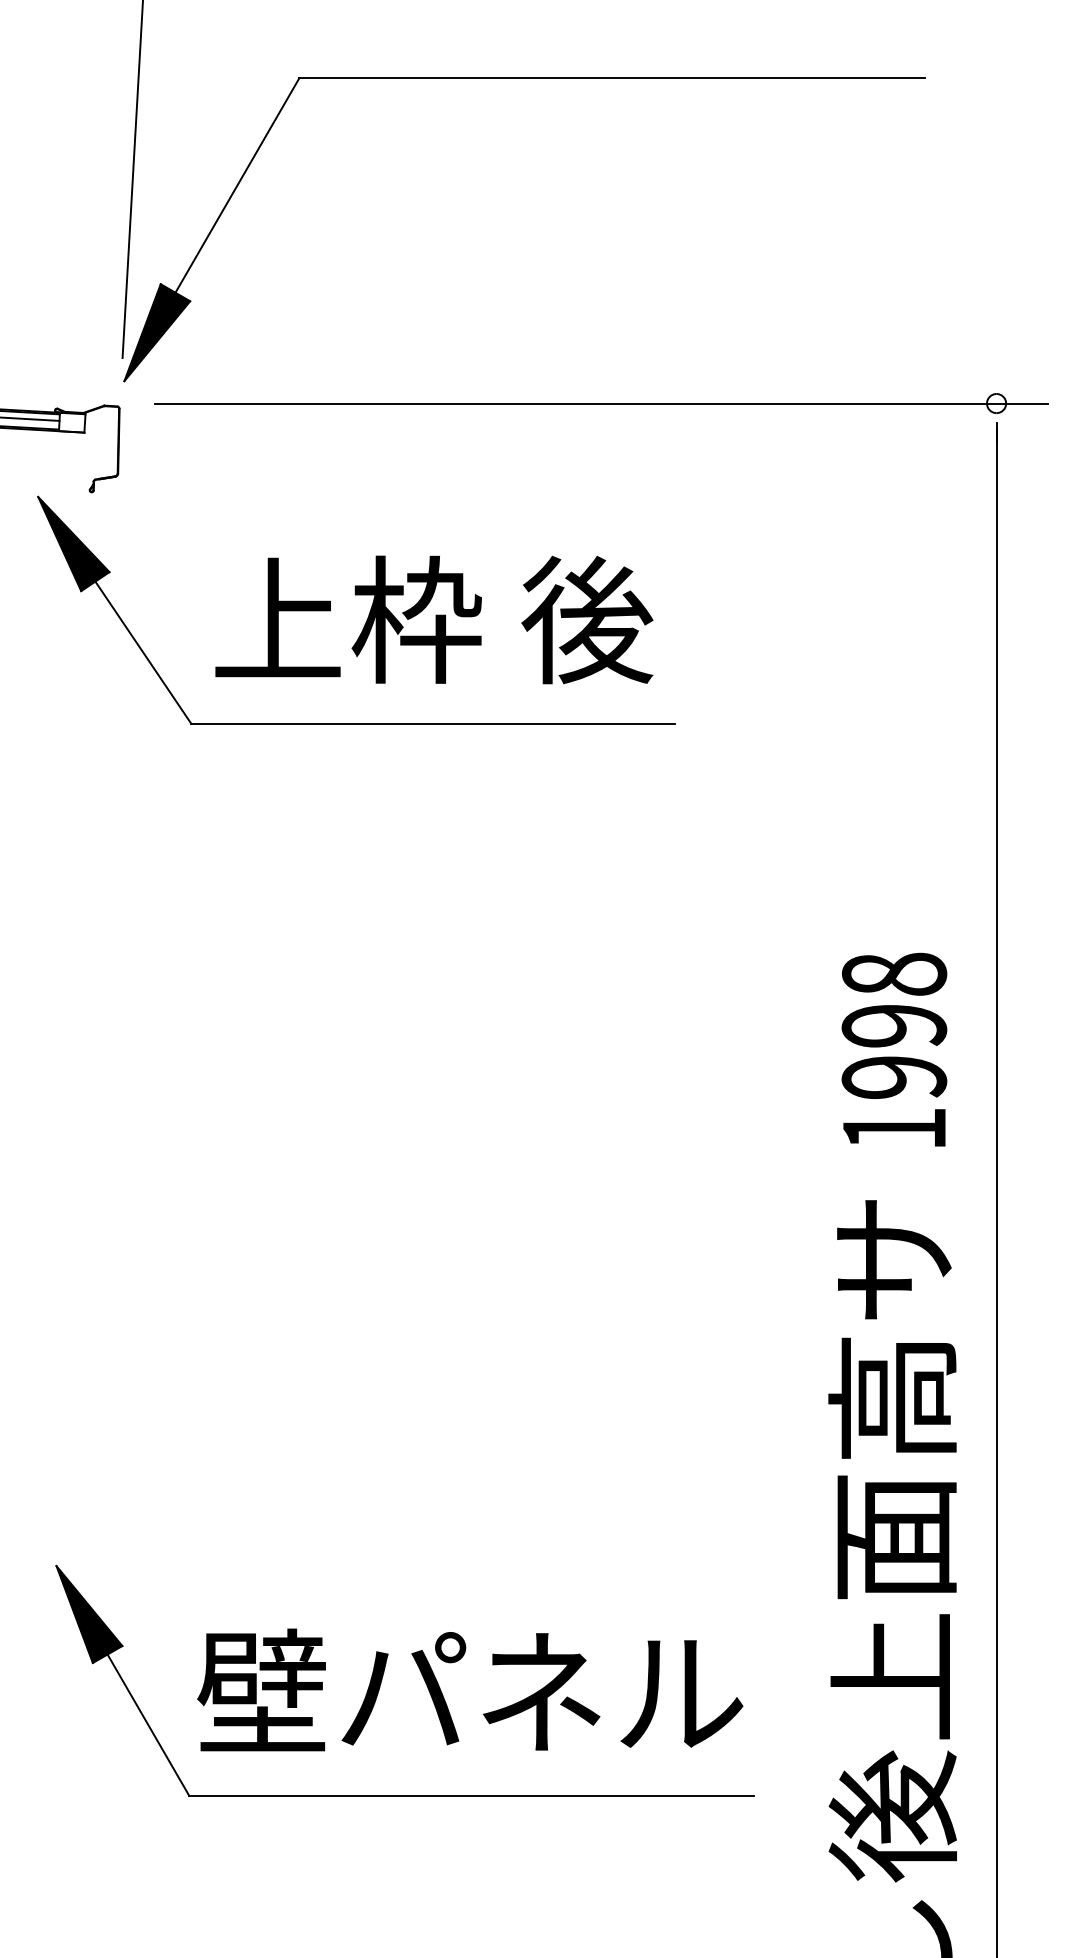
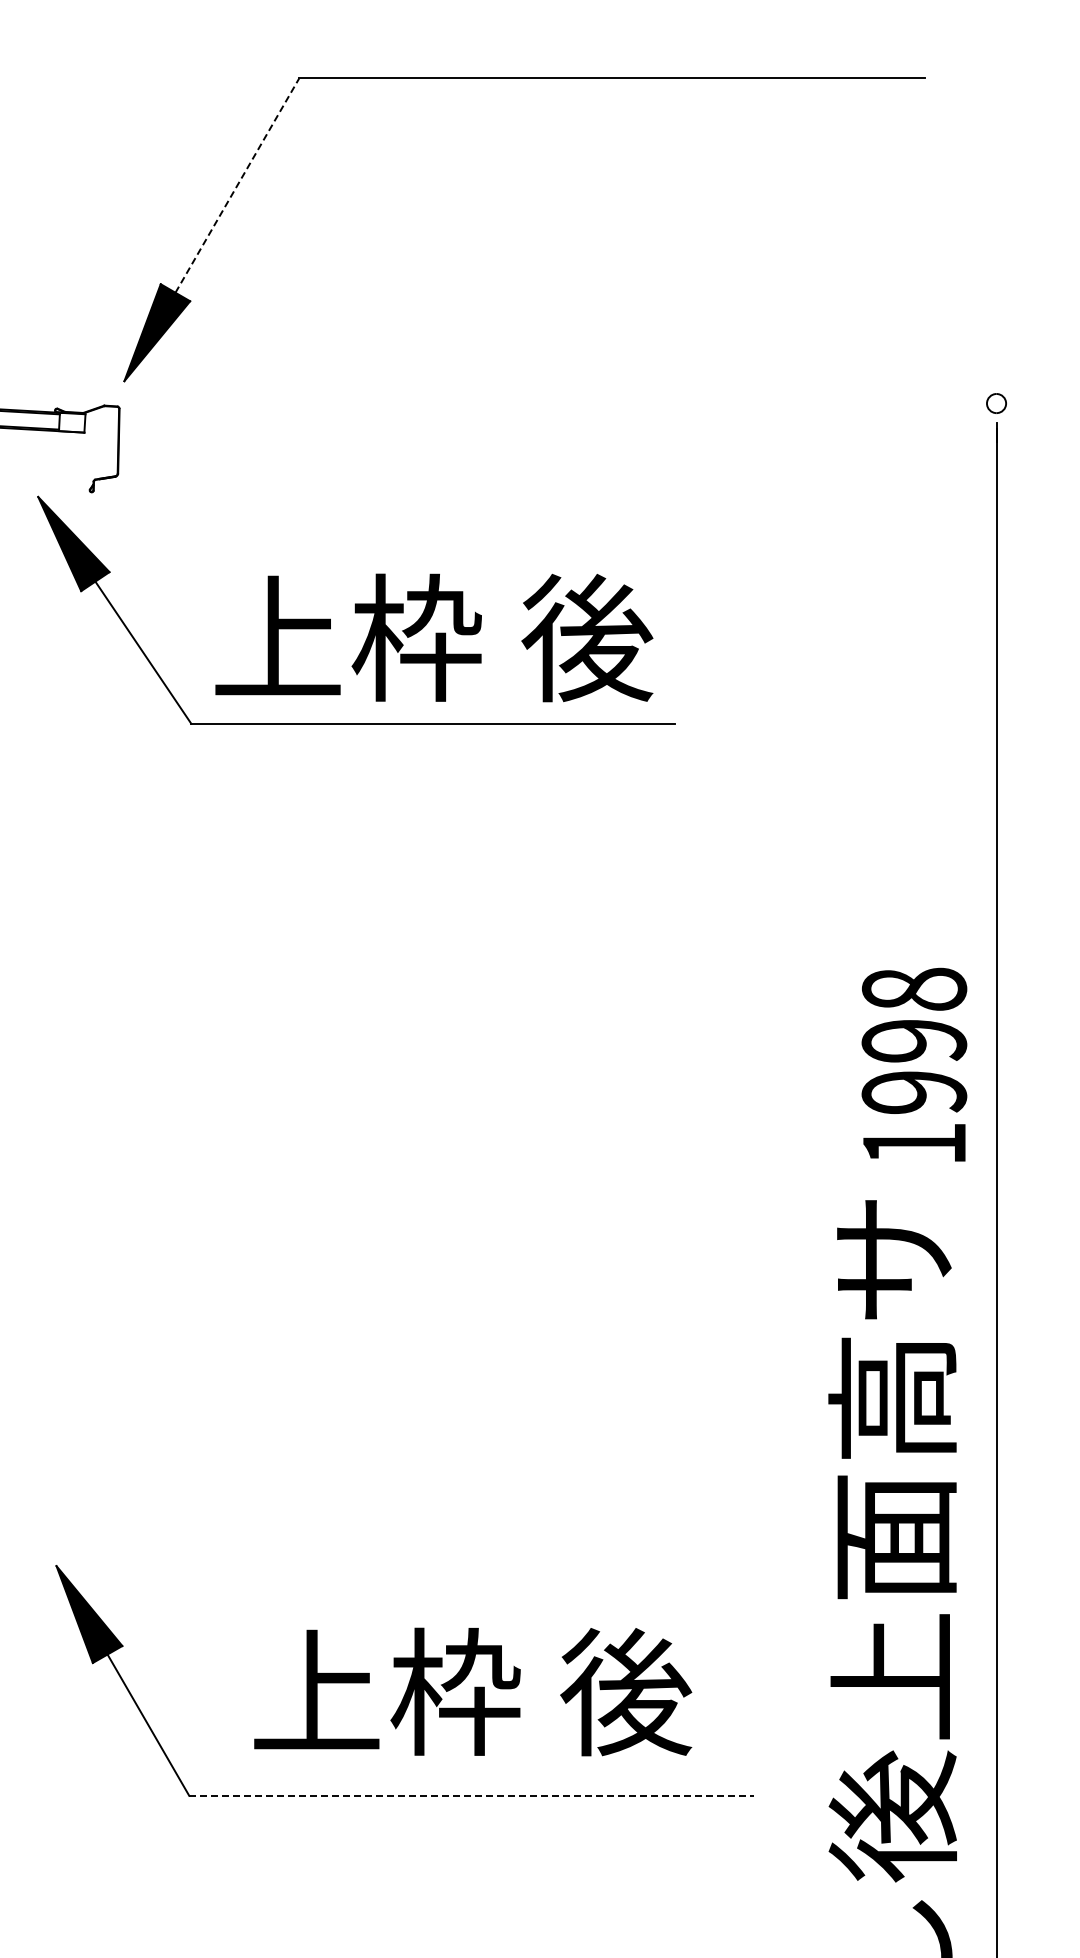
line at (132, 180): present -> none
line at (237, 185): solid -> dashed
line at (601, 403): present -> none
line at (30, 418): present -> none
text at (434, 619) position: (434, 619) -> (434, 637)
text at (894, 1049) position: (894, 1049) -> (914, 1064)
text at (470, 1691): 壁パネル -> 上枠 後
line at (472, 1795): solid -> dashed
